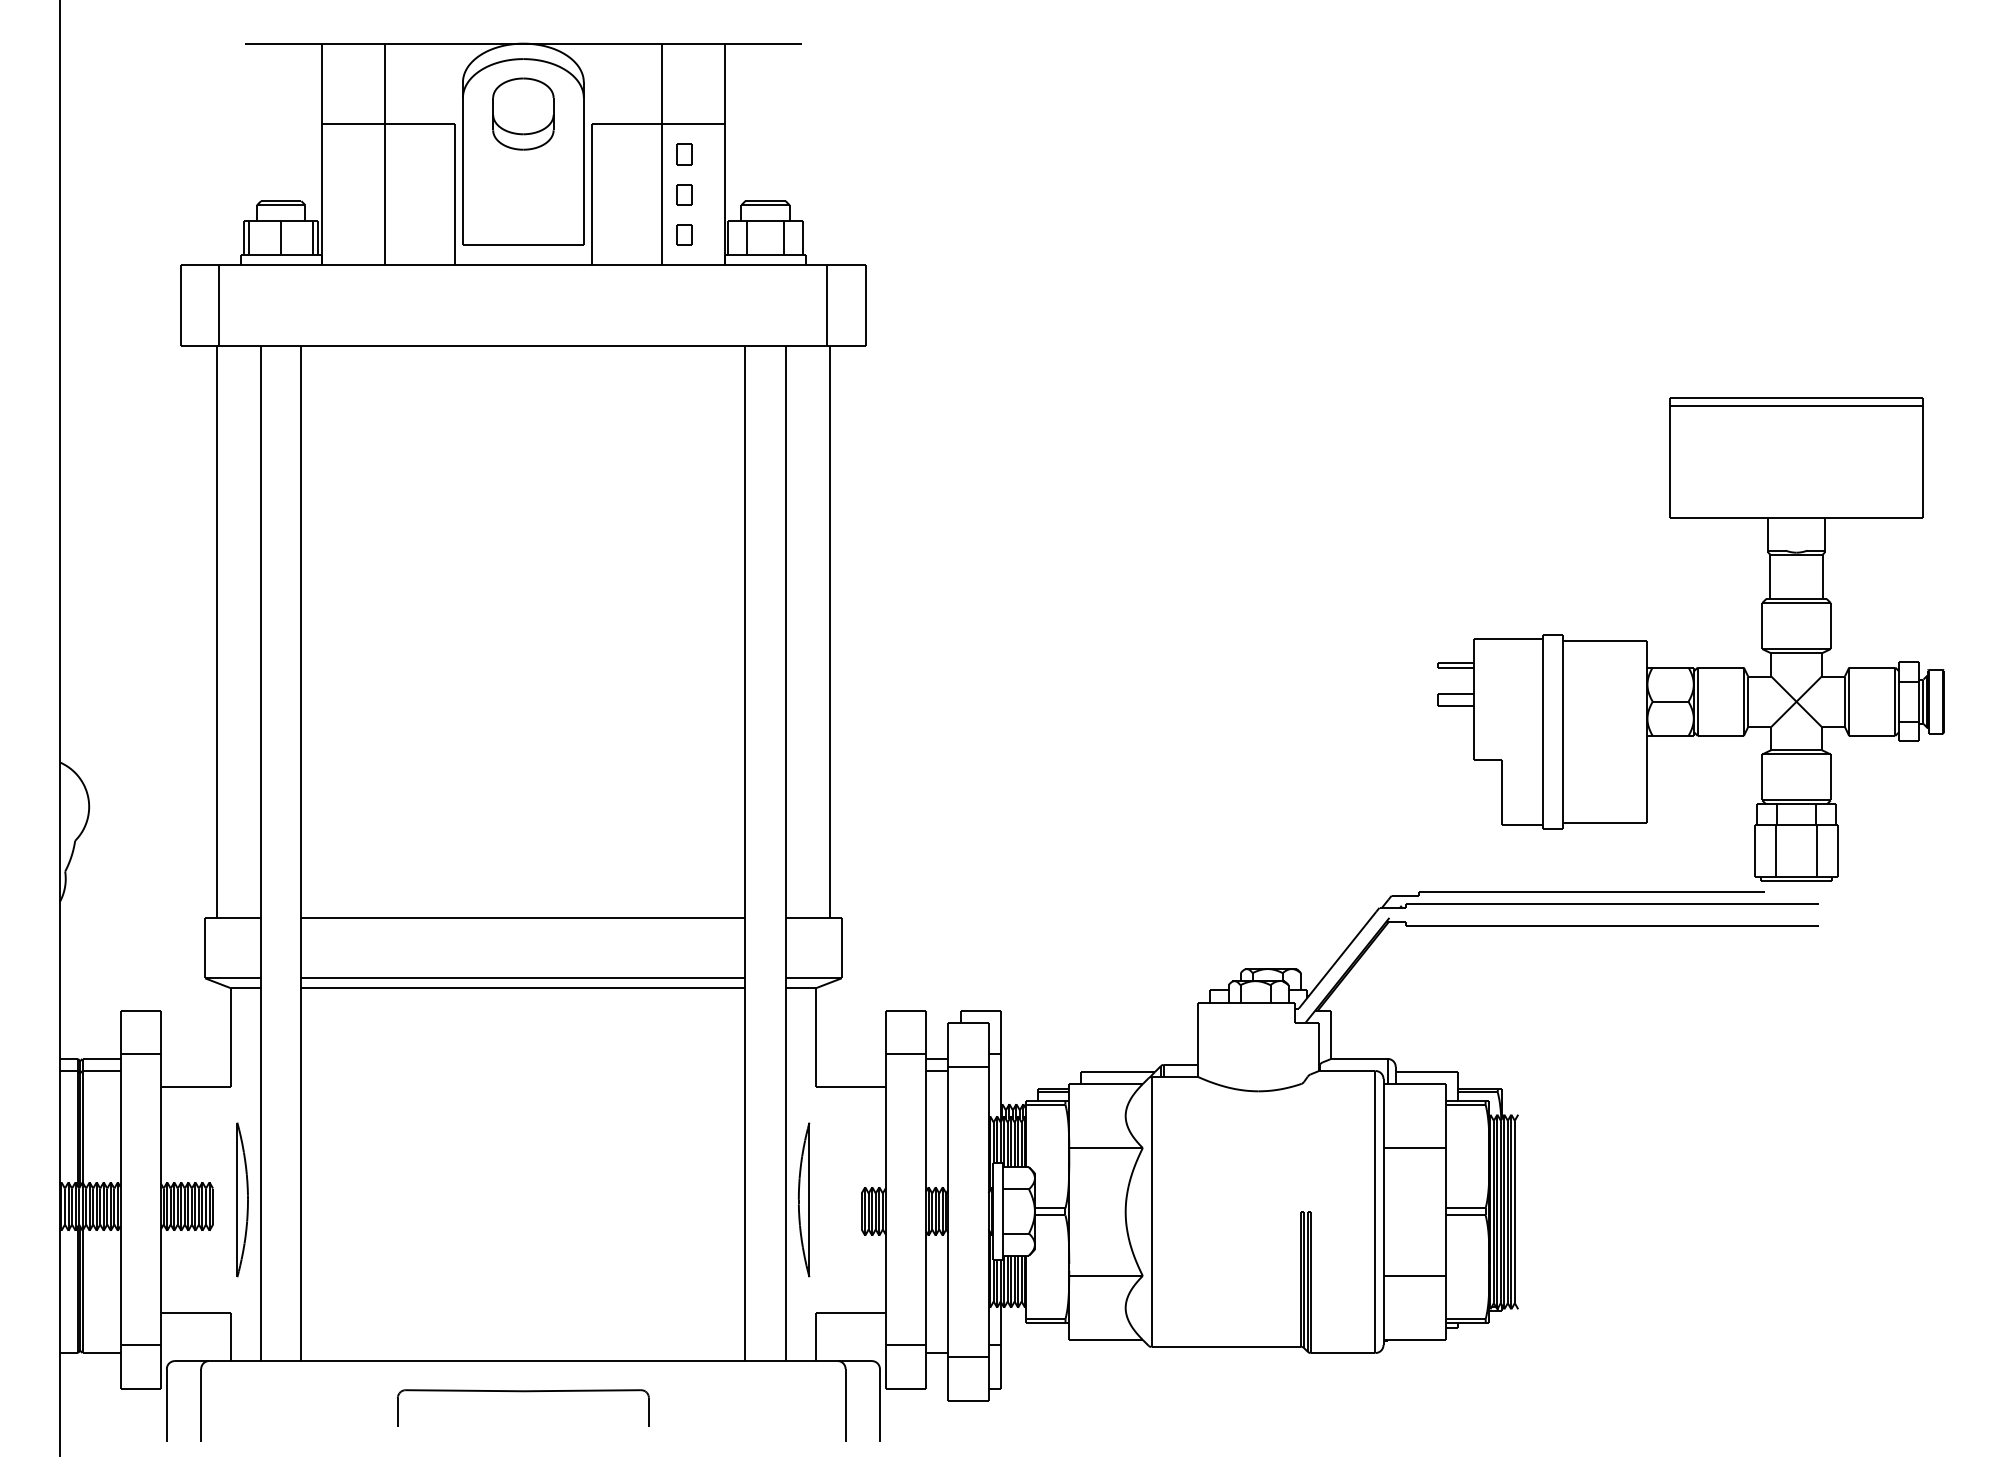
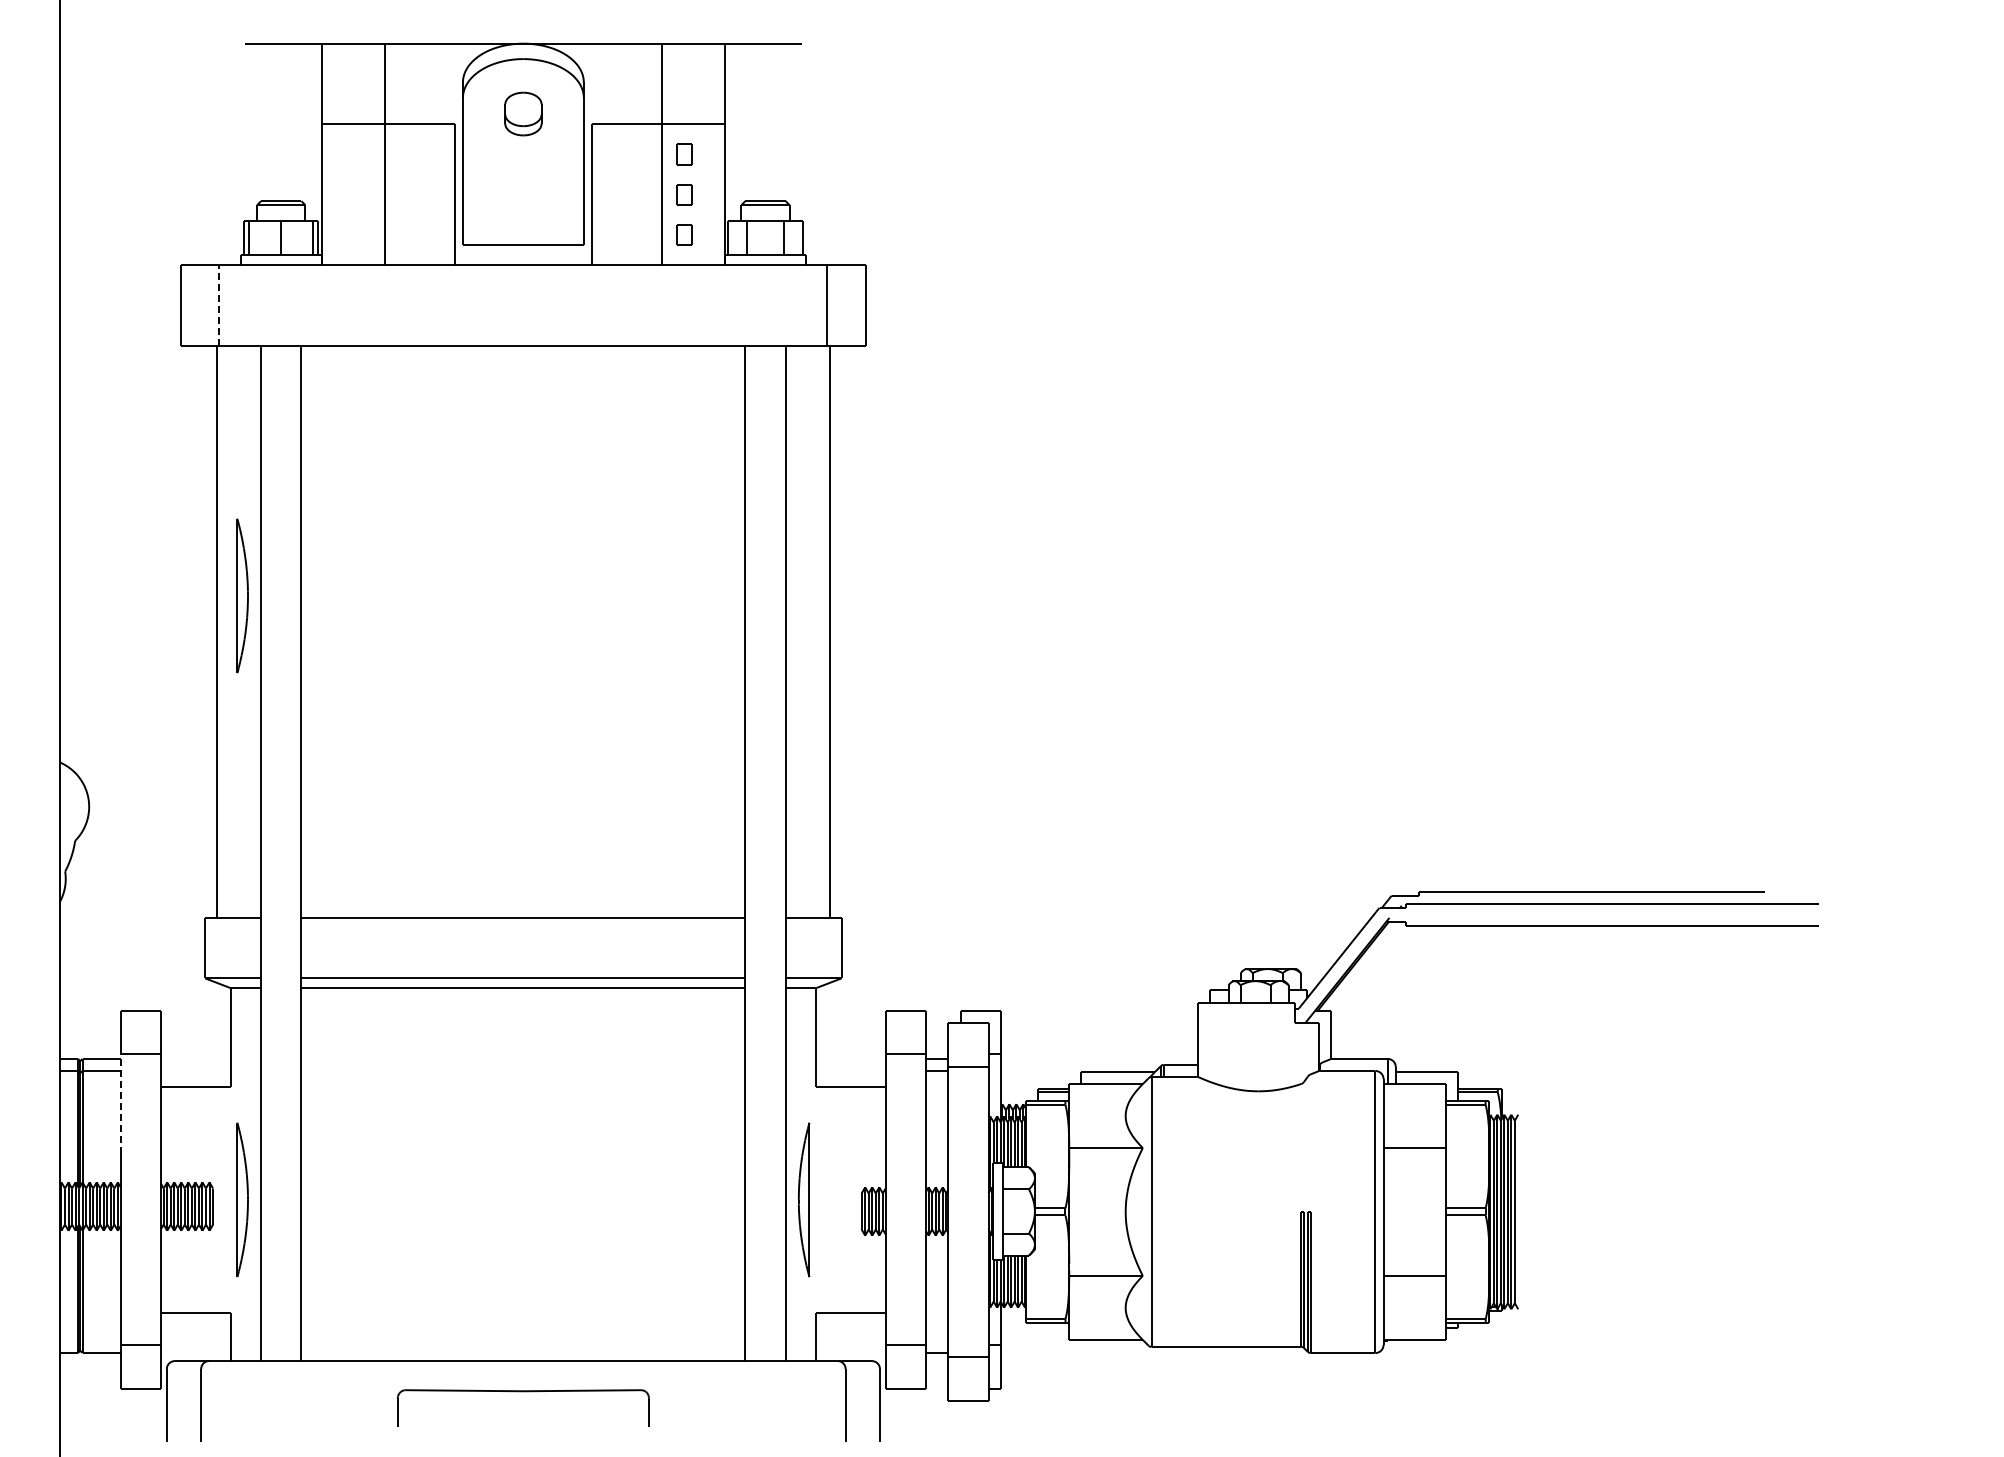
part at (523, 113) size: 63x74 px -> 39x46 px
line at (219, 305): solid -> dashed
part at (242, 595): none -> present
part at (1690, 667): present -> none
line at (120, 1103): solid -> dashed
